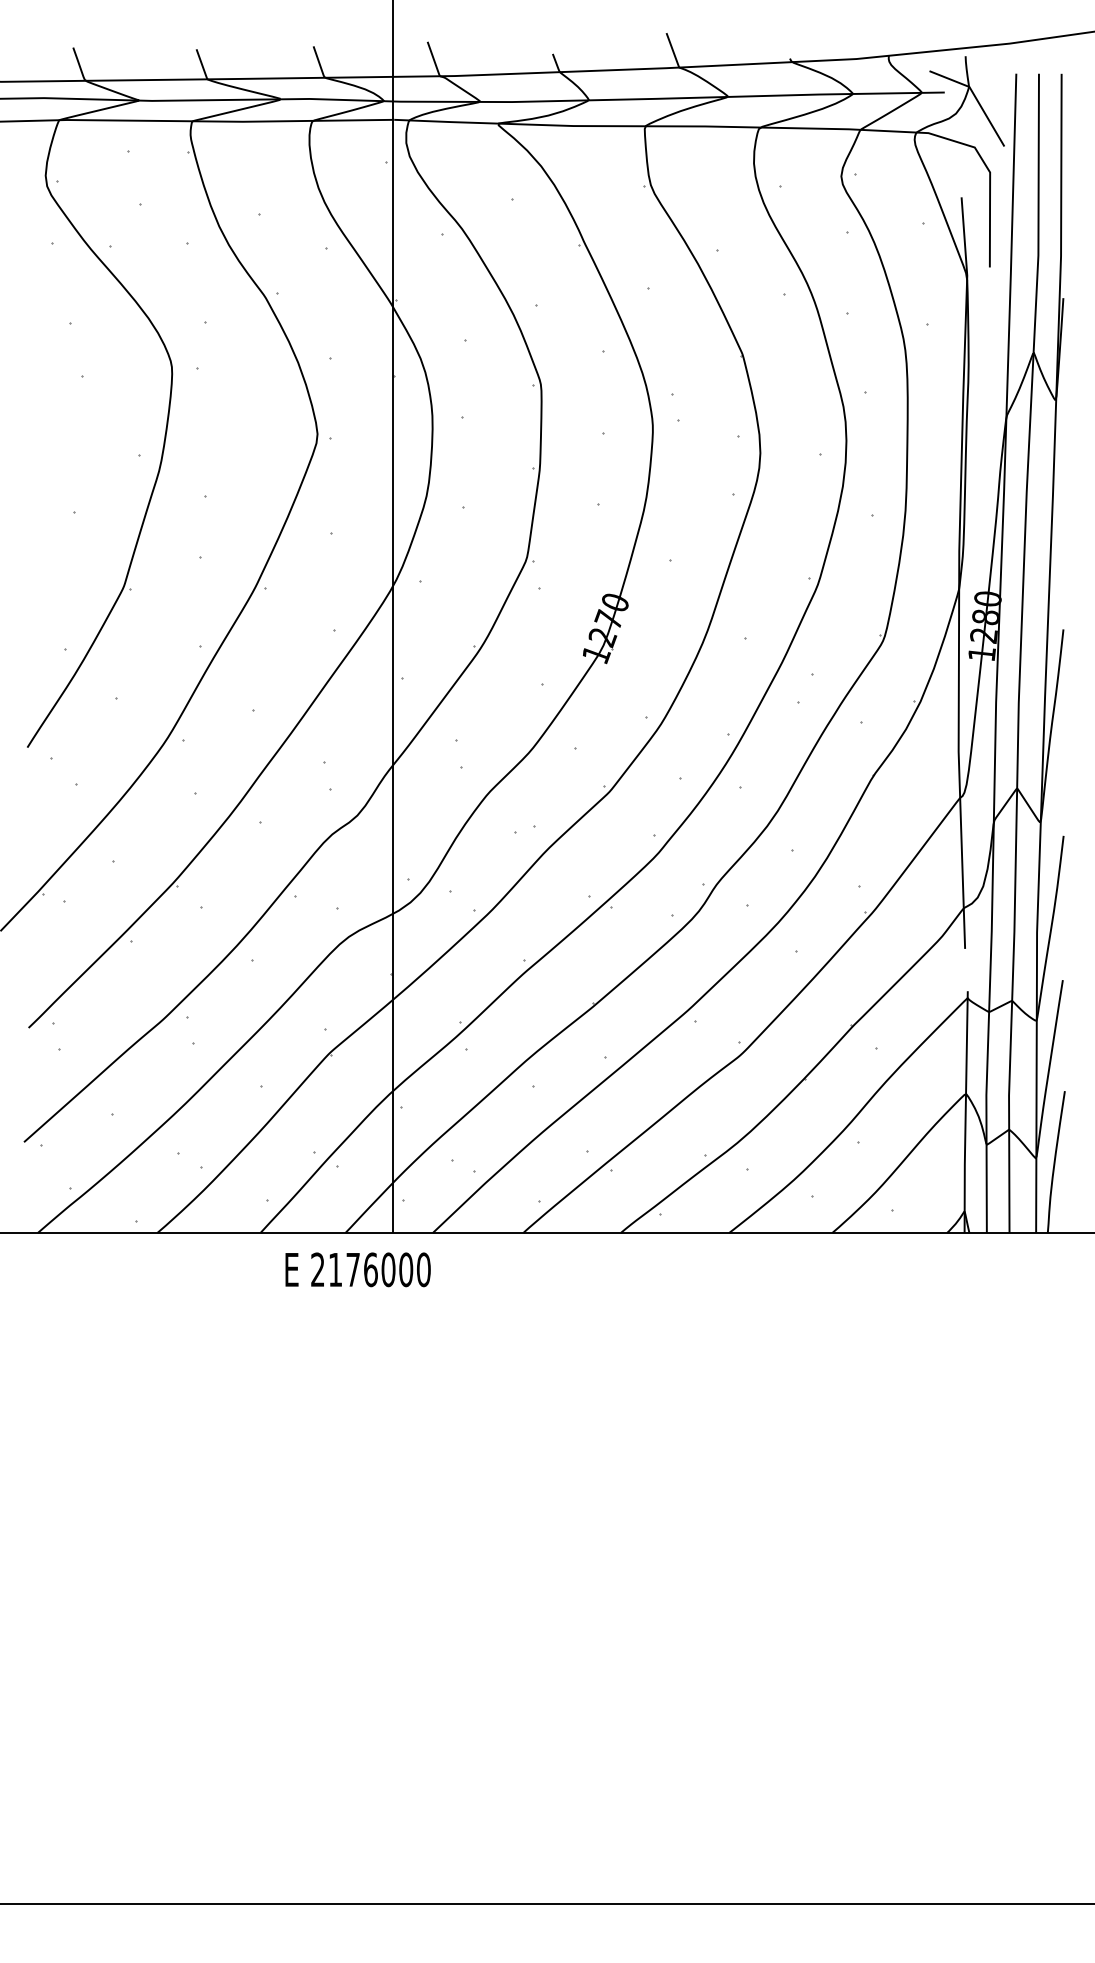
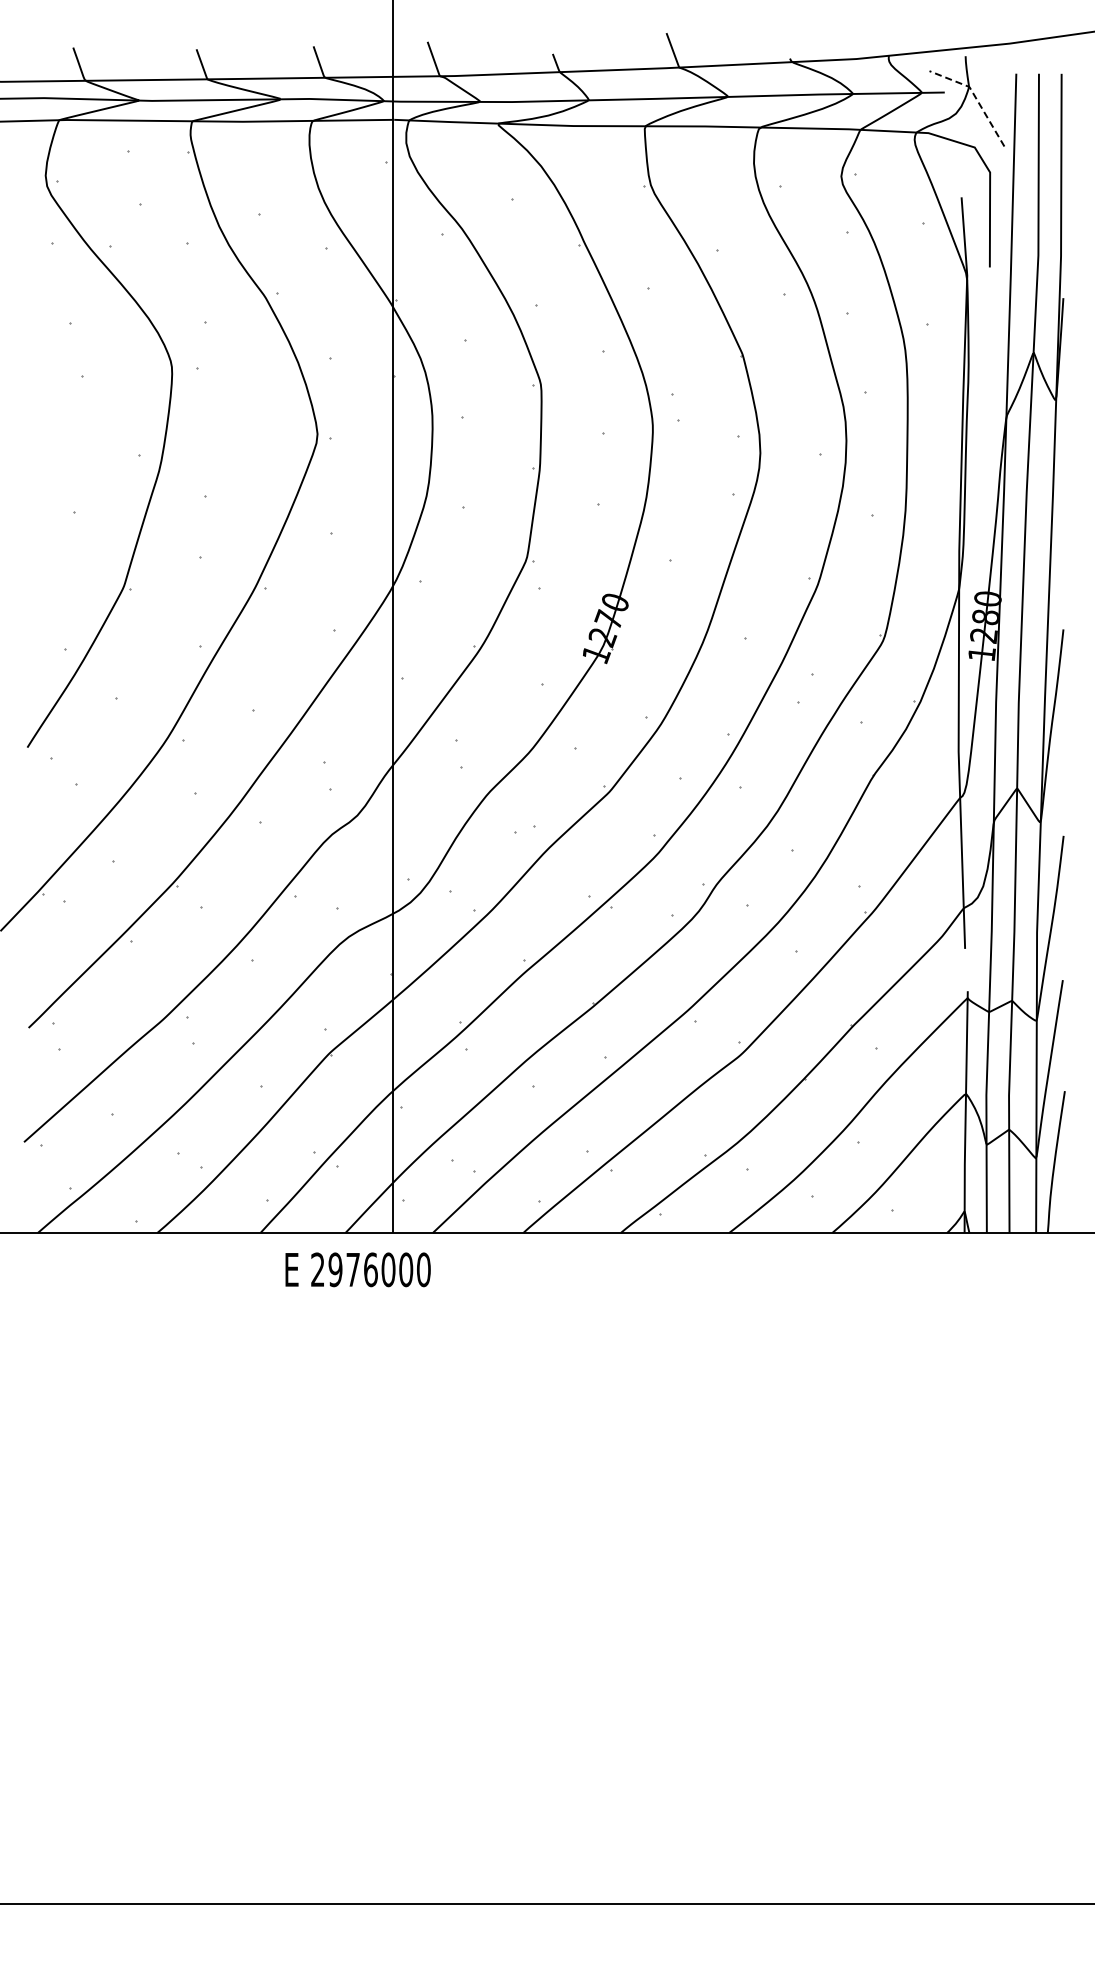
line at (975, 97): solid -> dashed
text at (335, 1269): 2176000 -> 2976000
